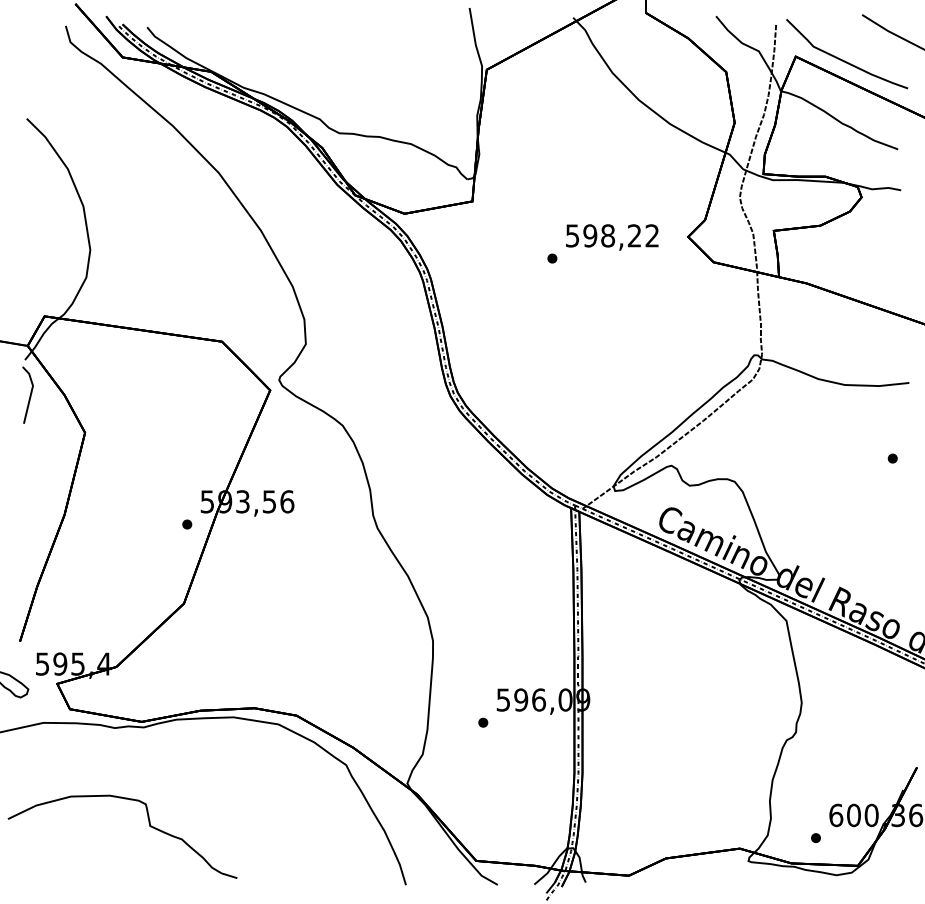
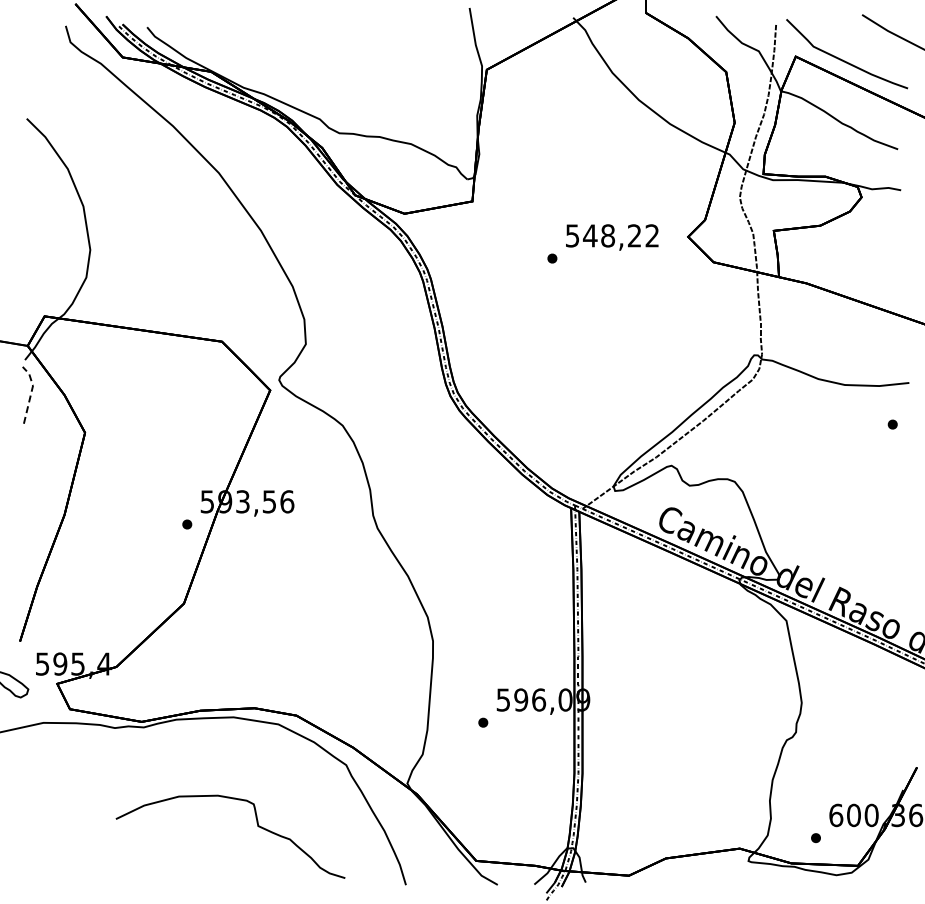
text at (590, 235): 598,22 -> 548,22
line at (31, 392): solid -> dashed
part at (892, 458) position: (892, 458) -> (892, 424)
curve at (149, 826) position: (149, 826) -> (257, 826)
